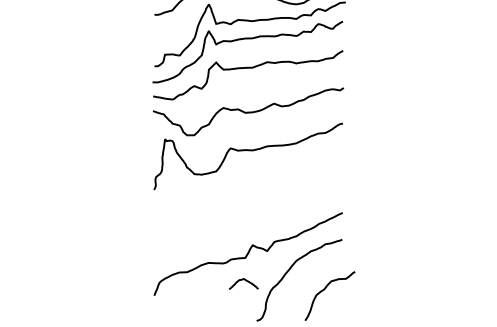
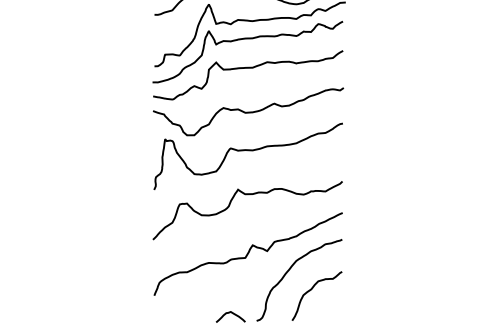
curve at (247, 195): none -> present
curve at (243, 280) position: (243, 280) -> (230, 313)
curve at (324, 290) position: (324, 290) -> (311, 290)
